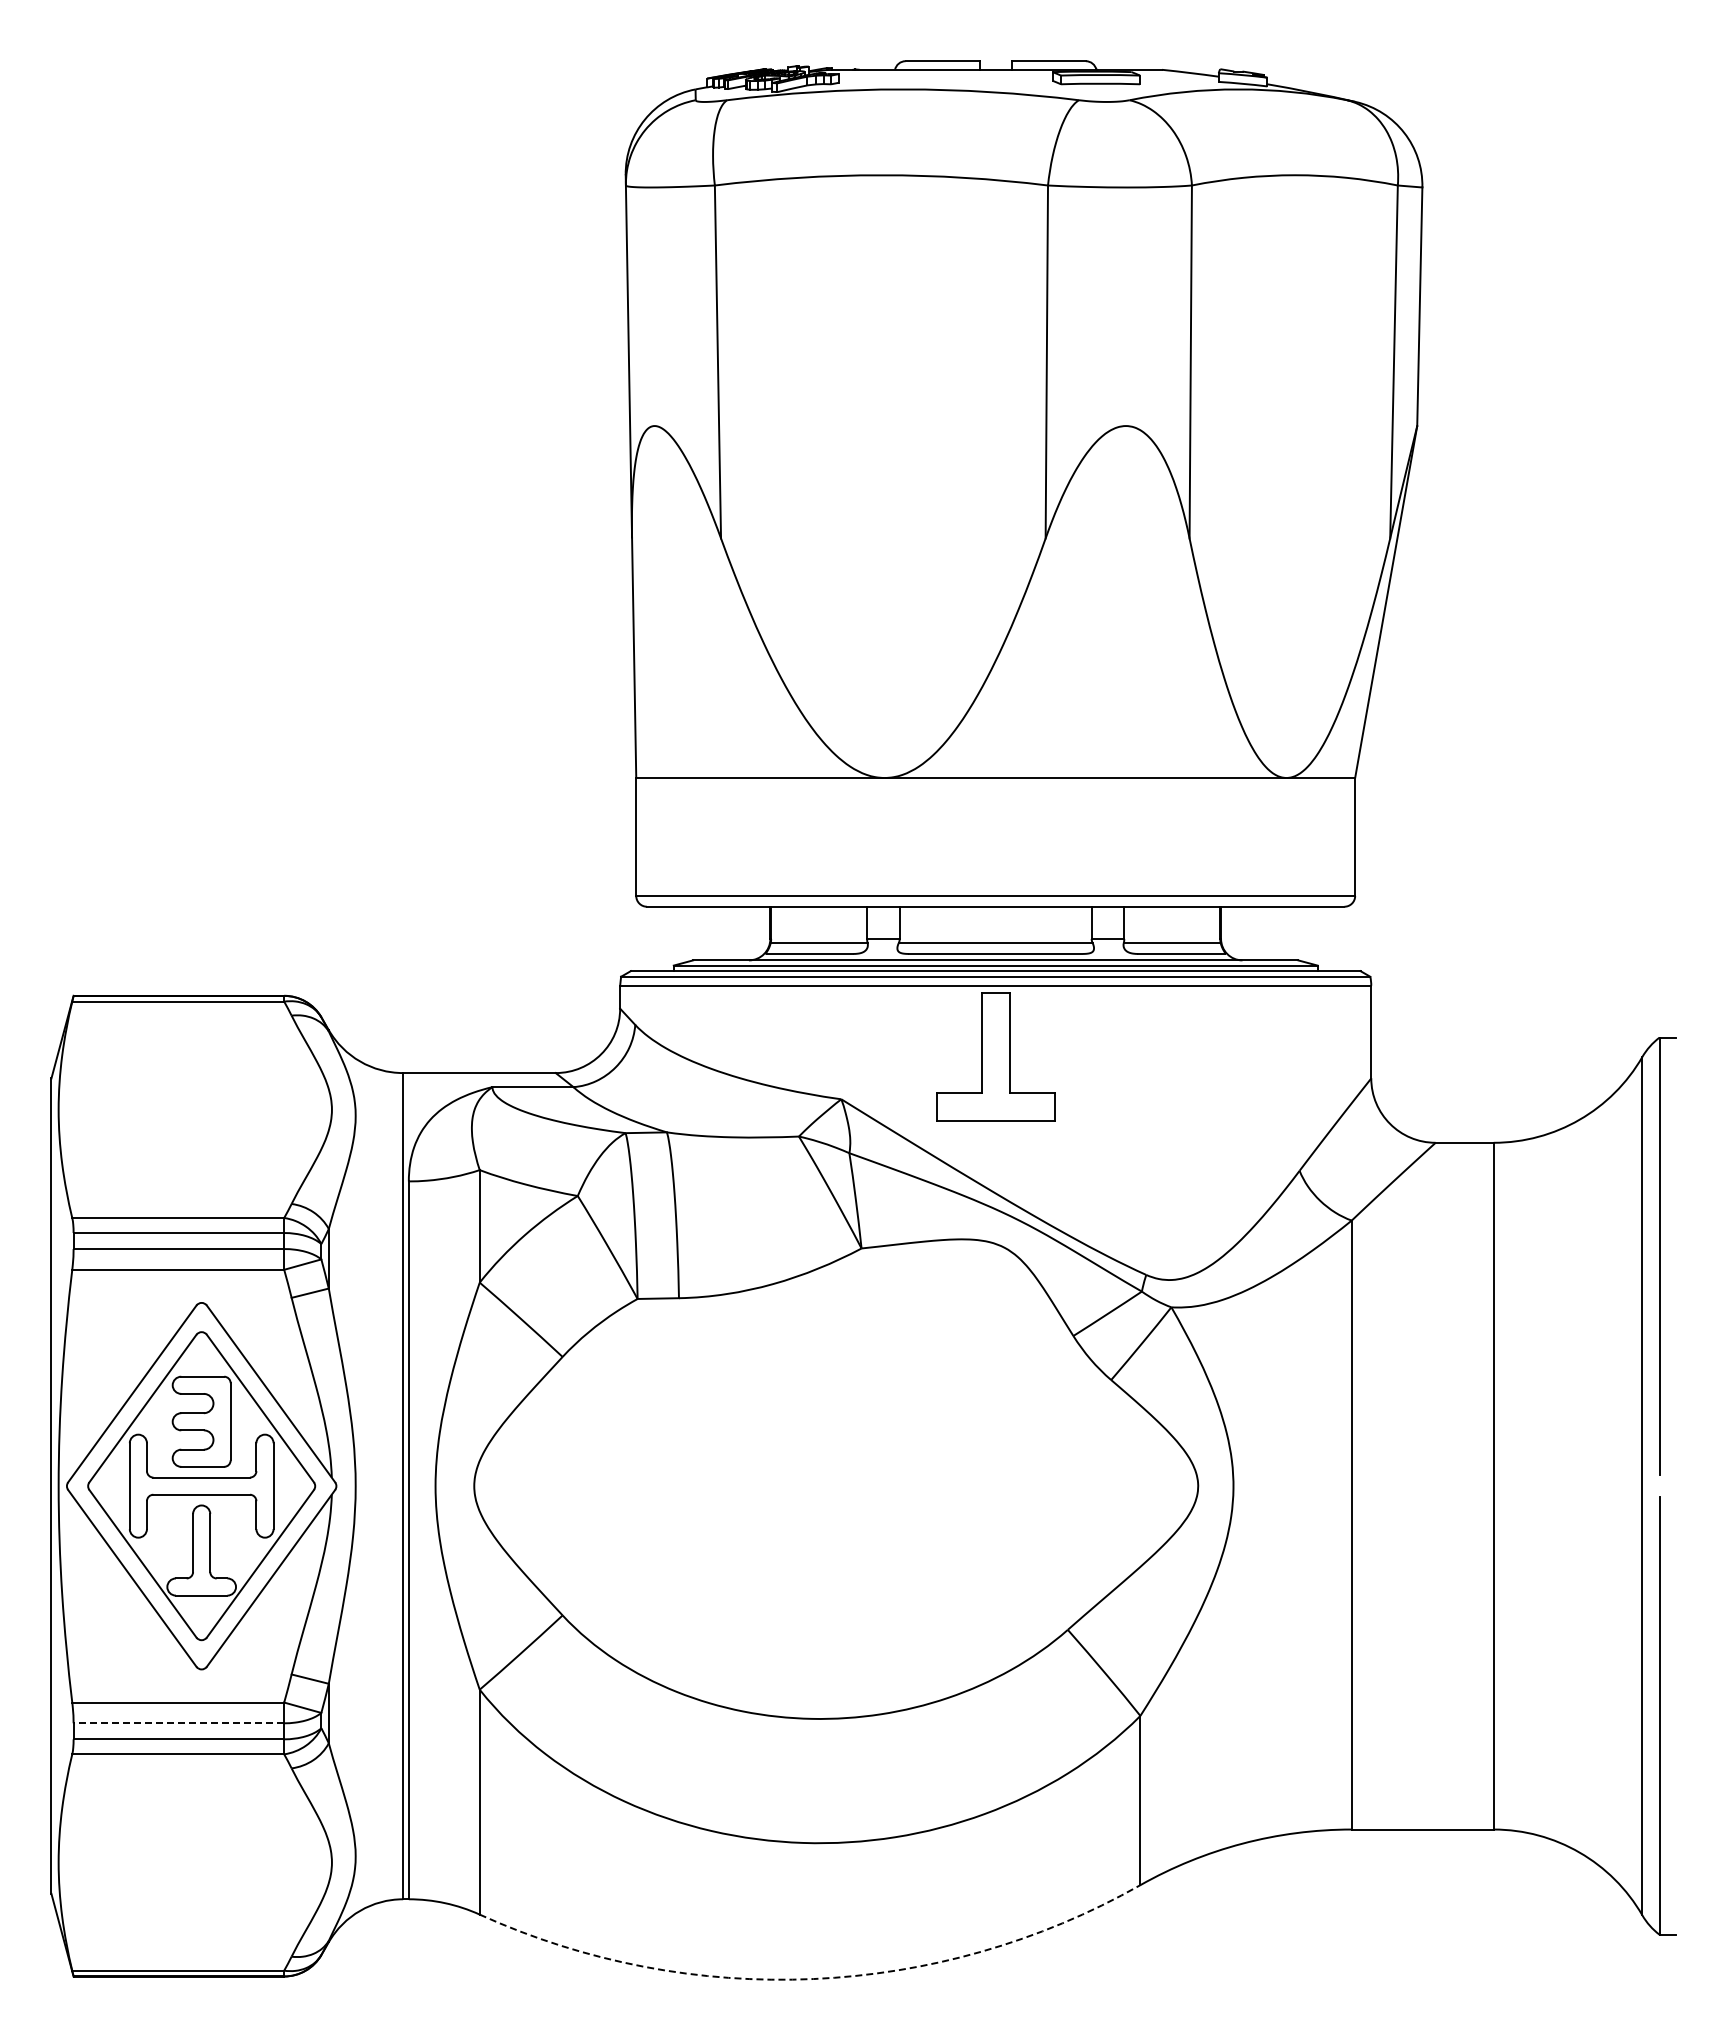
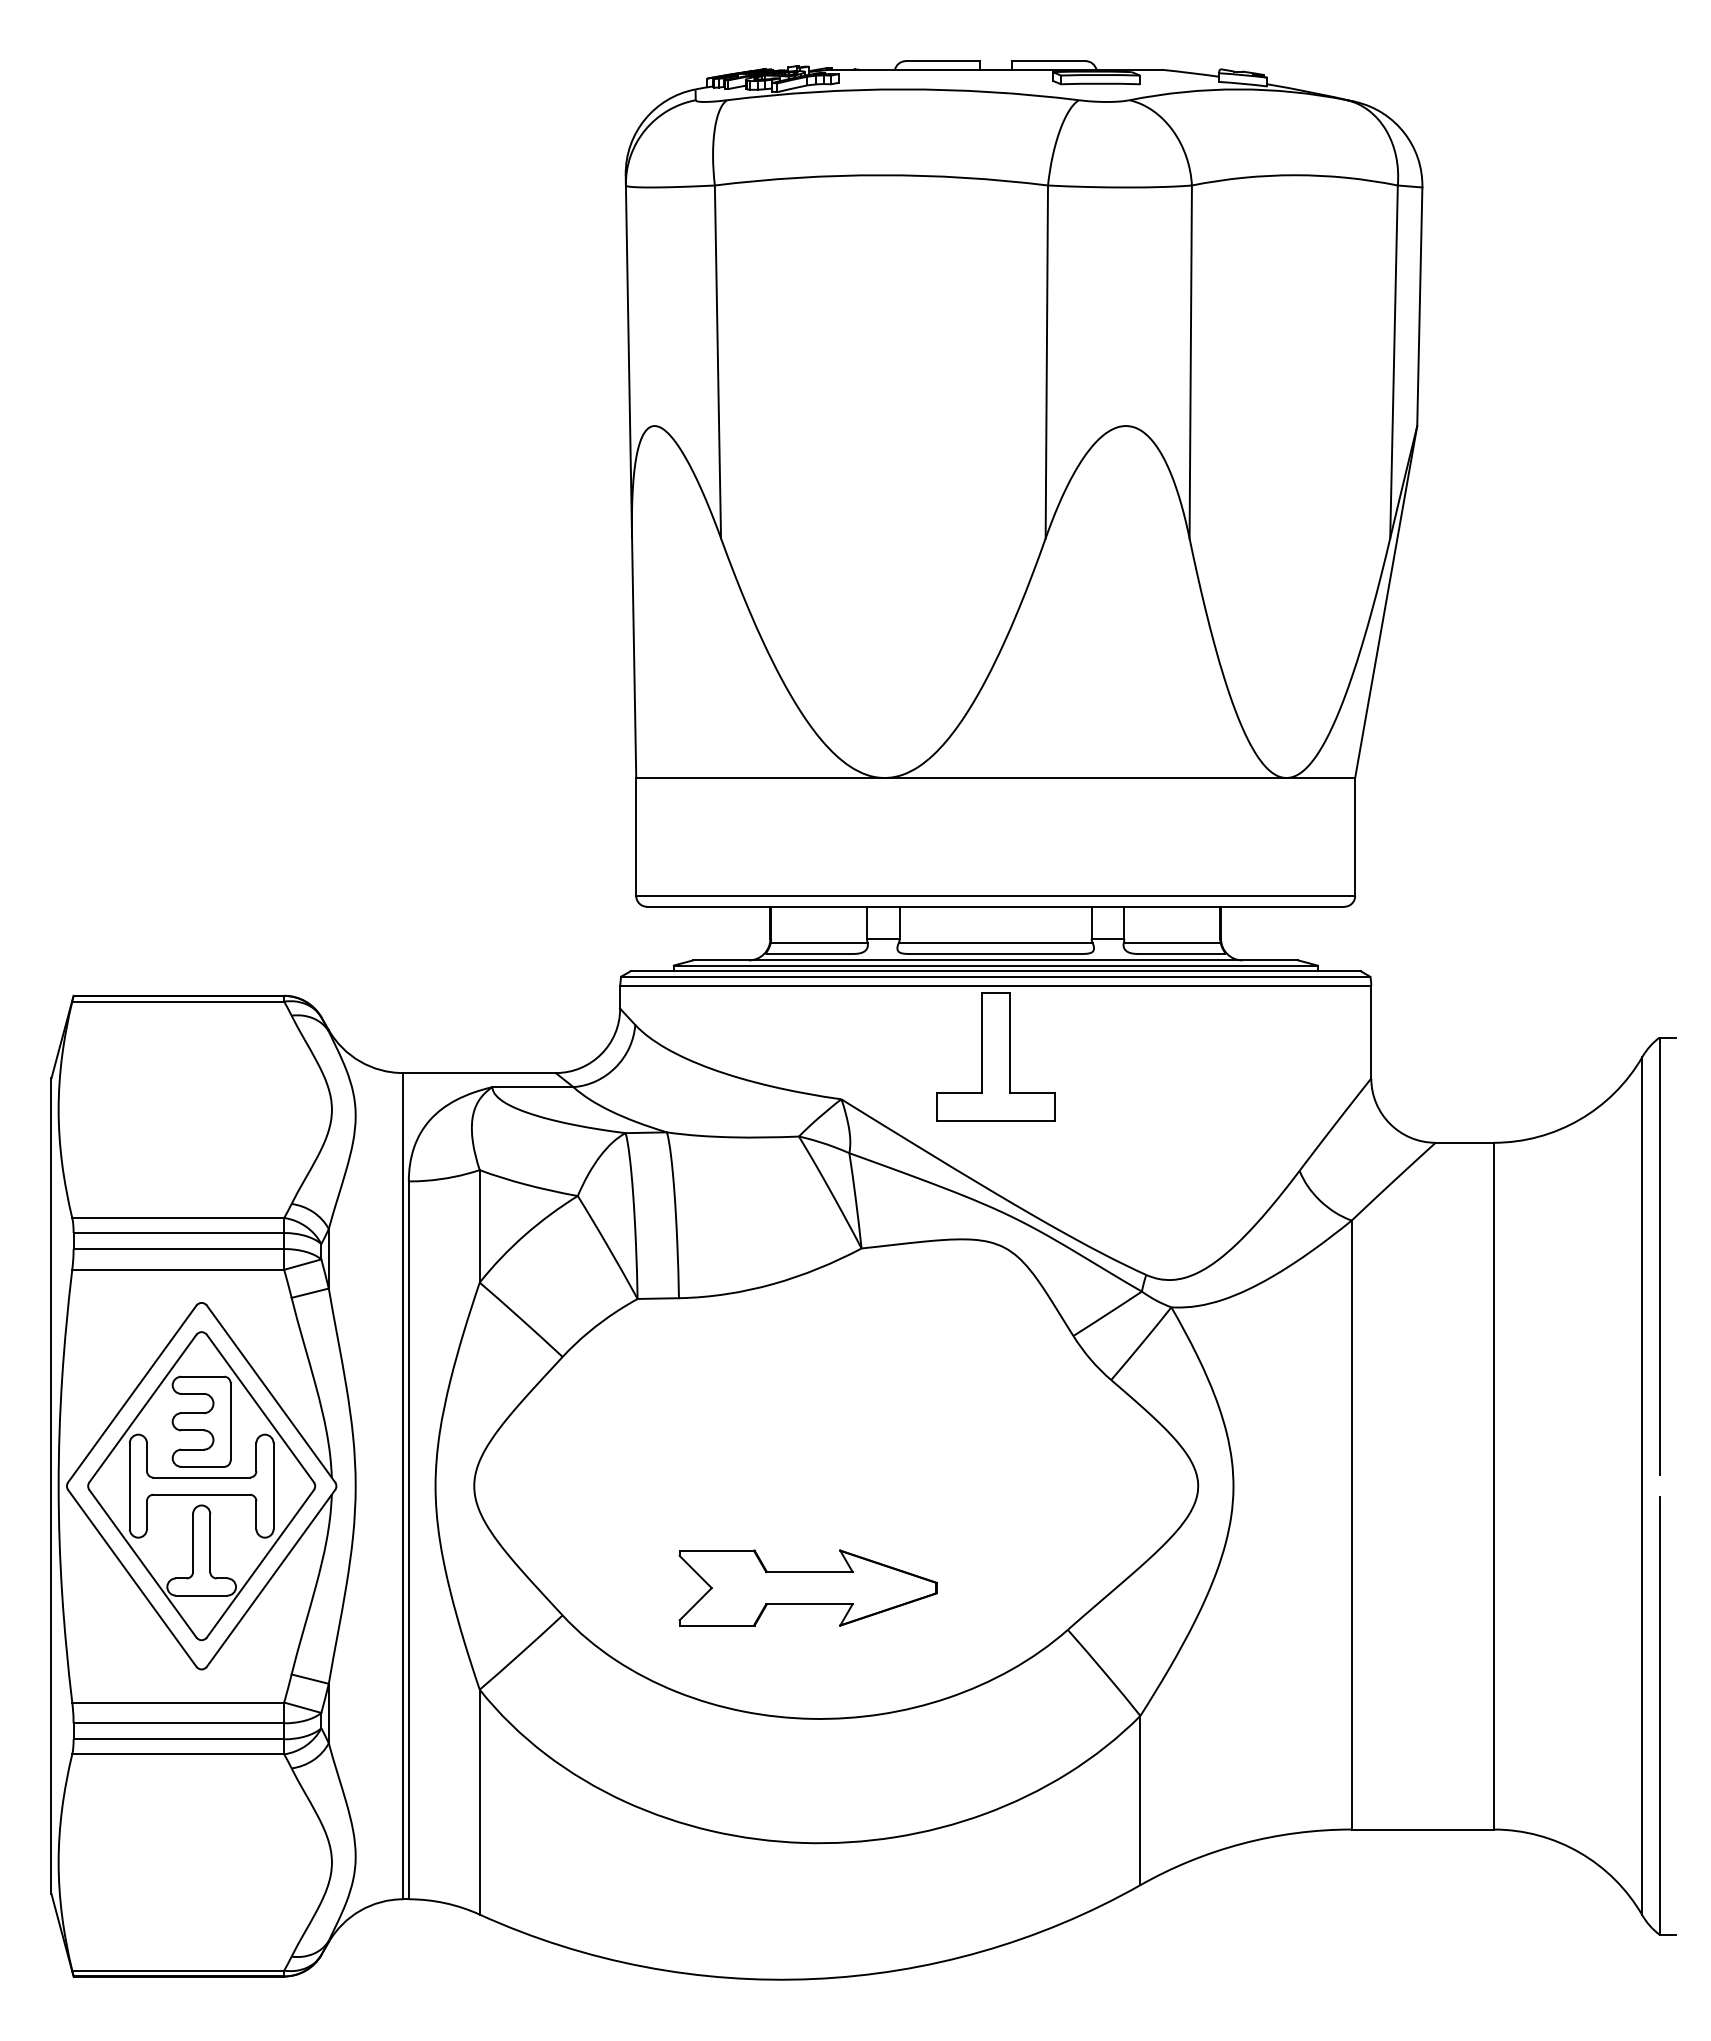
part at (807, 1587): none -> present
line at (178, 1723): dashed -> solid
arc at (813, 1979): dashed -> solid
